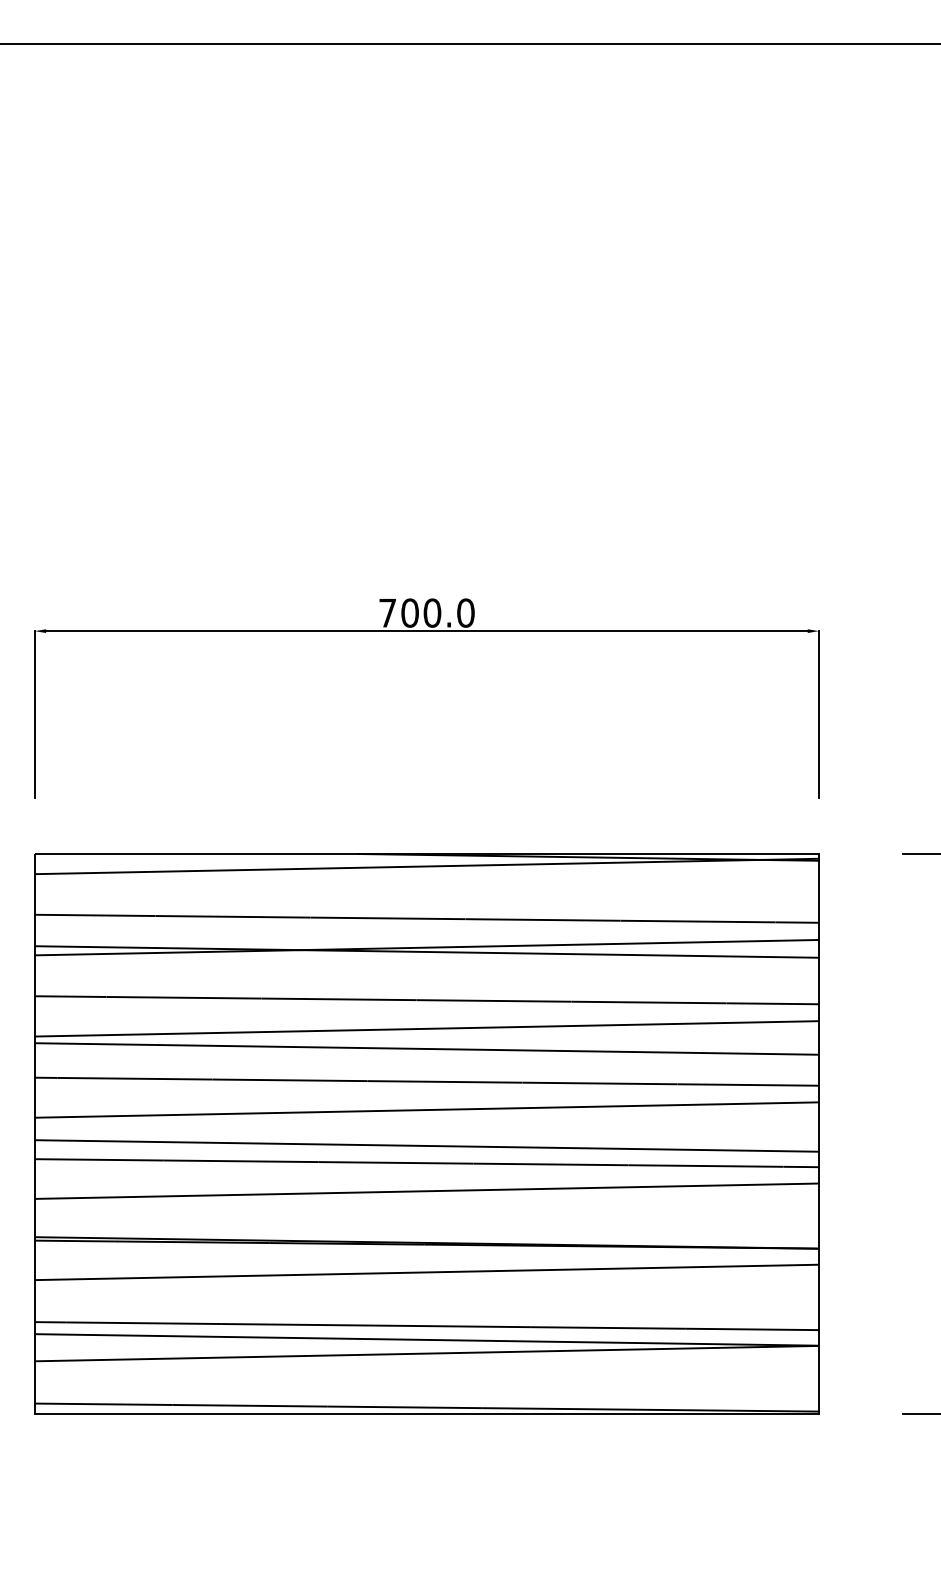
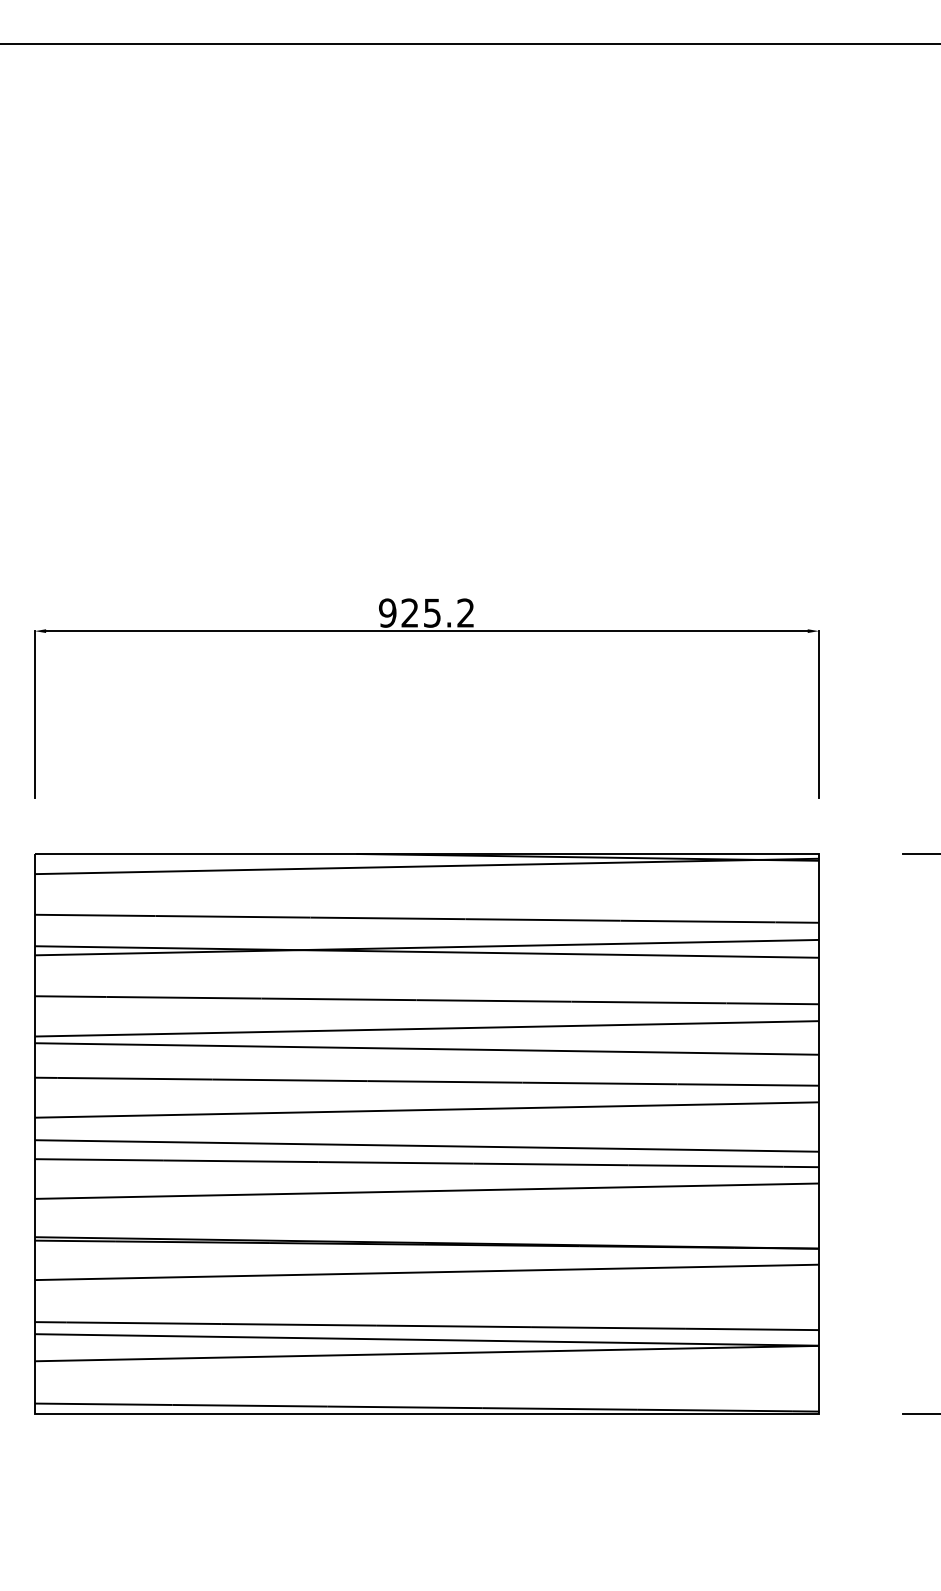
text at (426, 612): 700.0 -> 925.2
